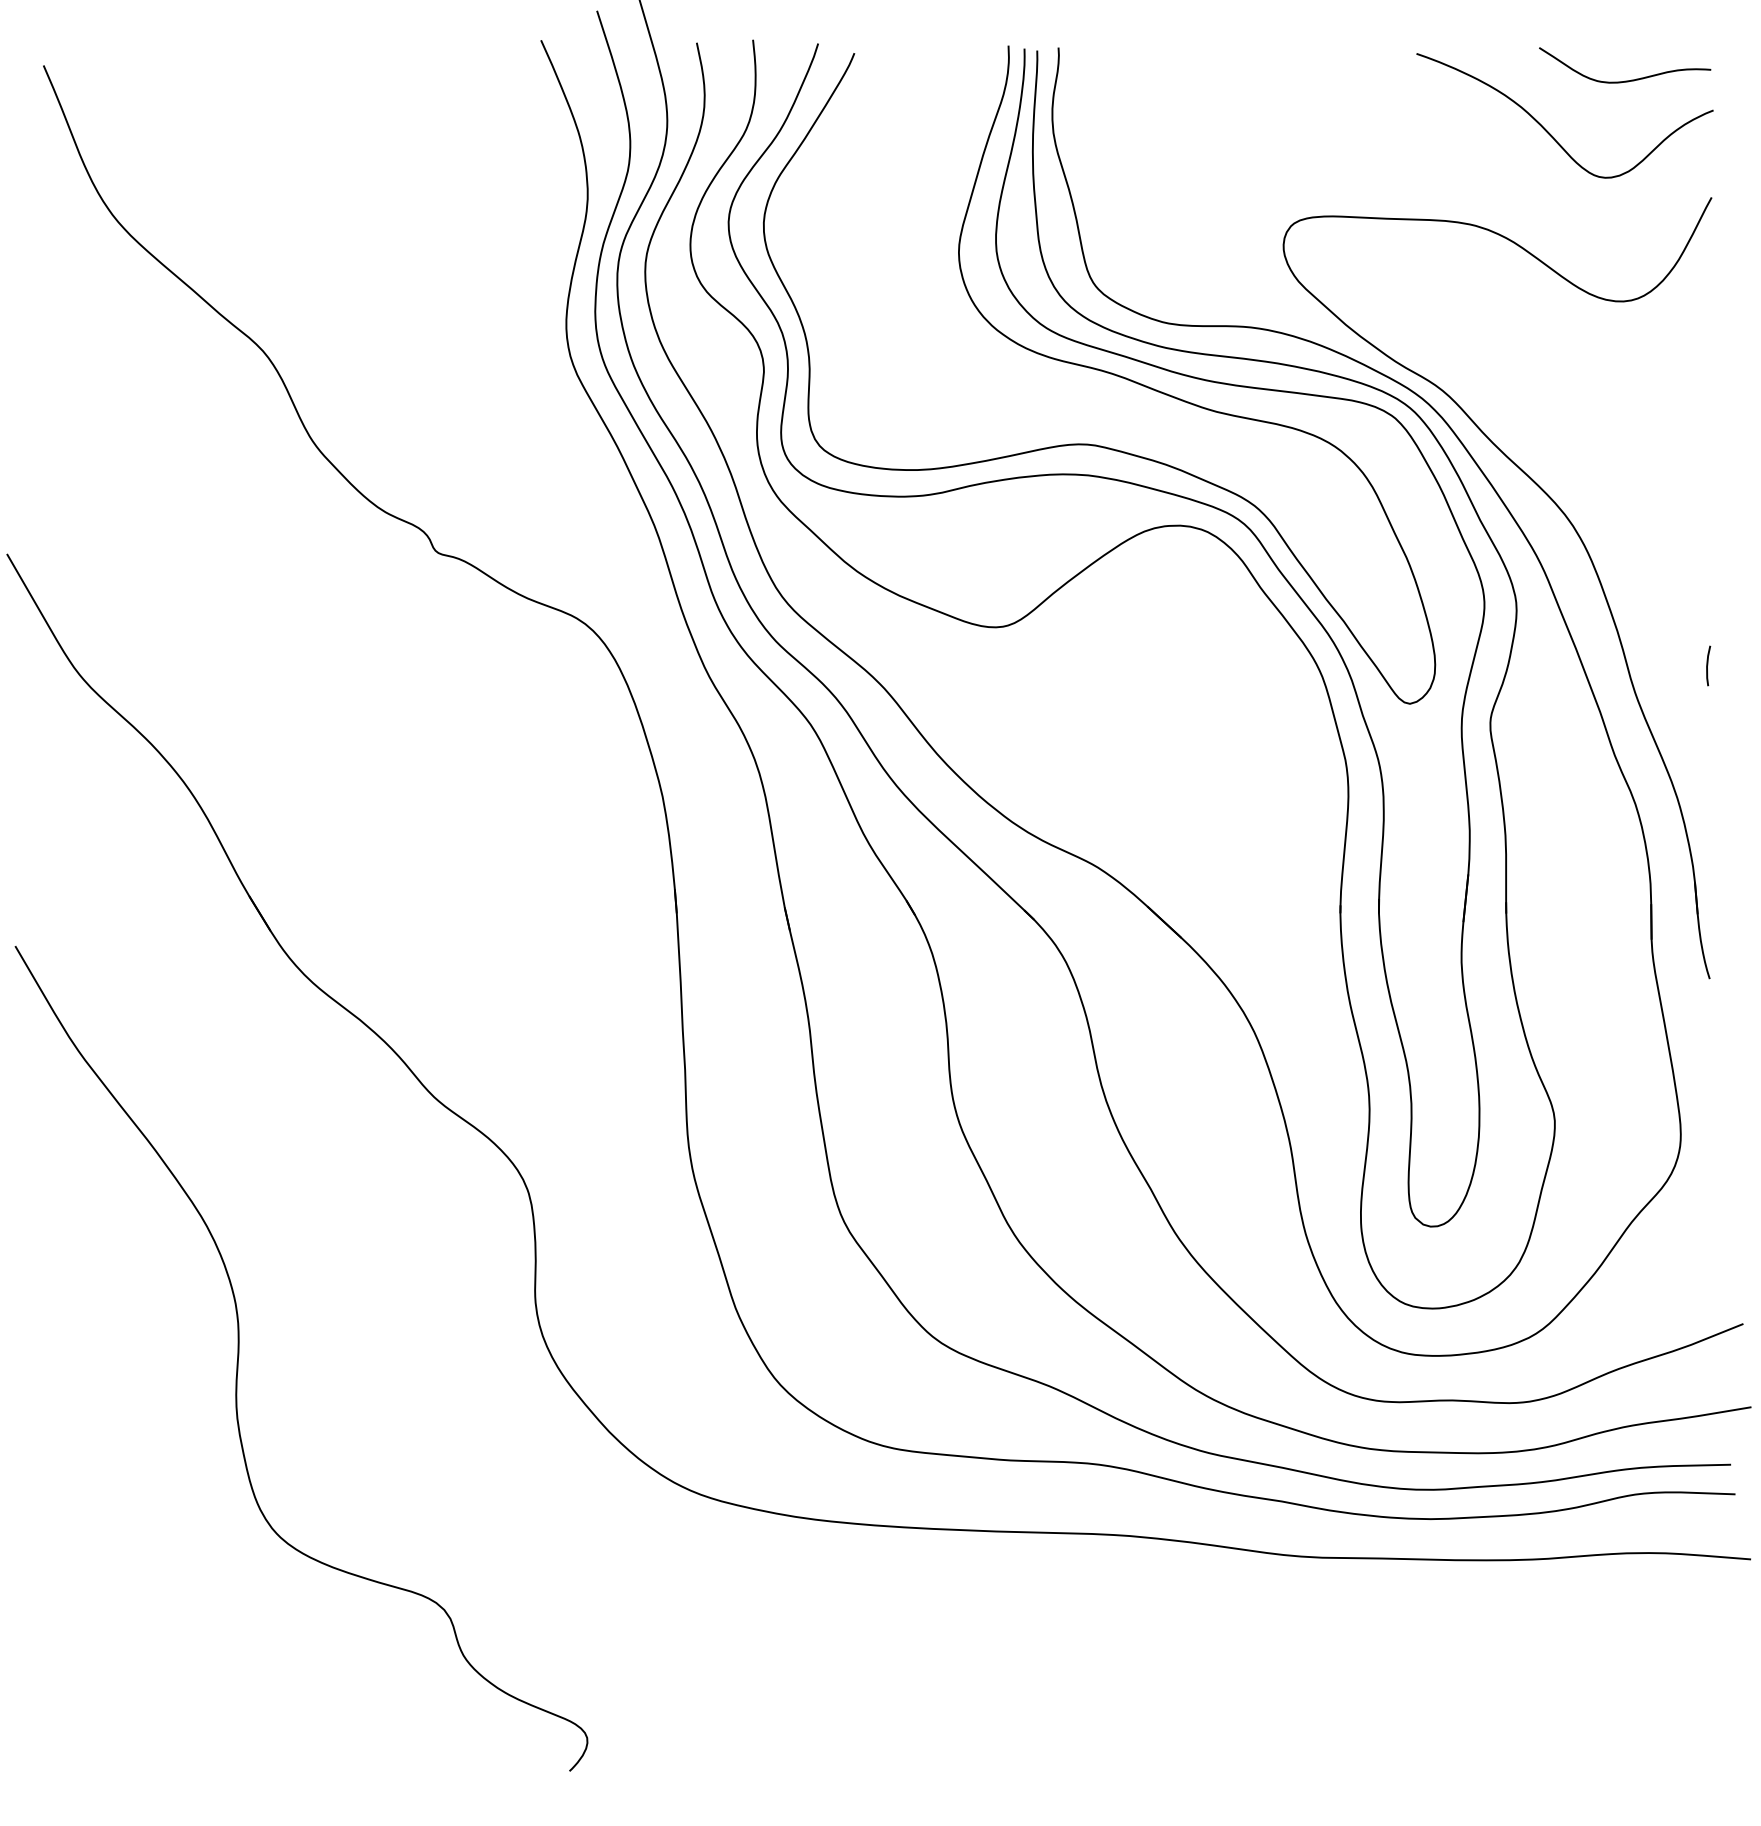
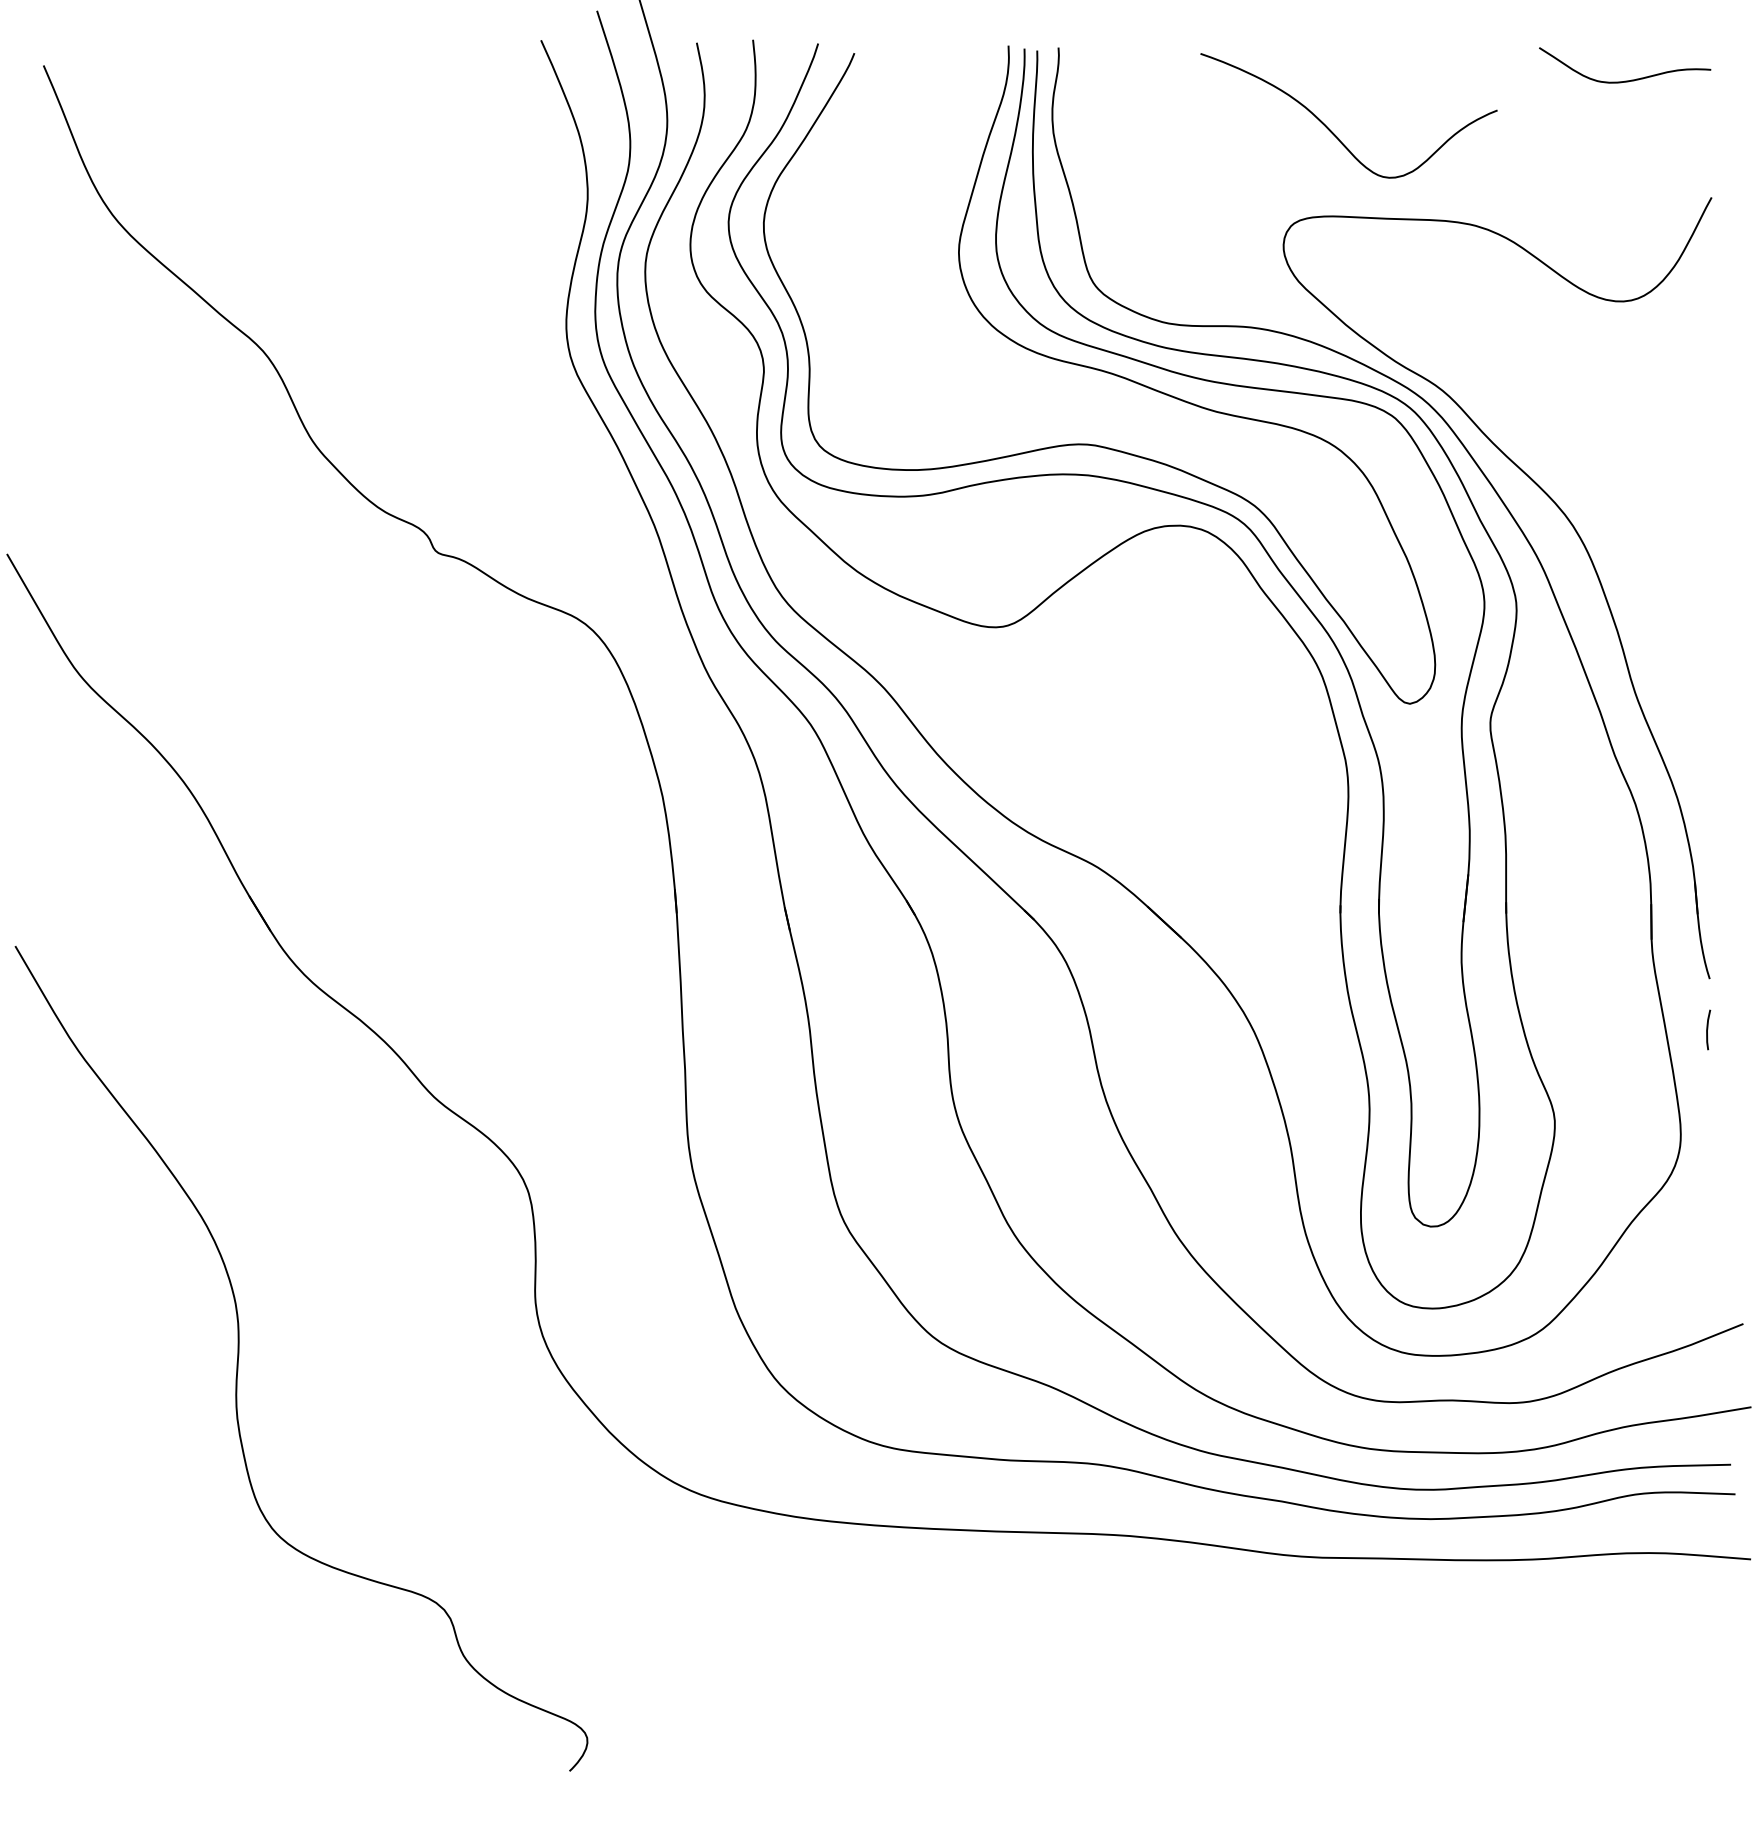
curve at (1548, 131) position: (1548, 131) -> (1332, 131)
line at (1708, 665) position: (1708, 665) -> (1708, 1029)
